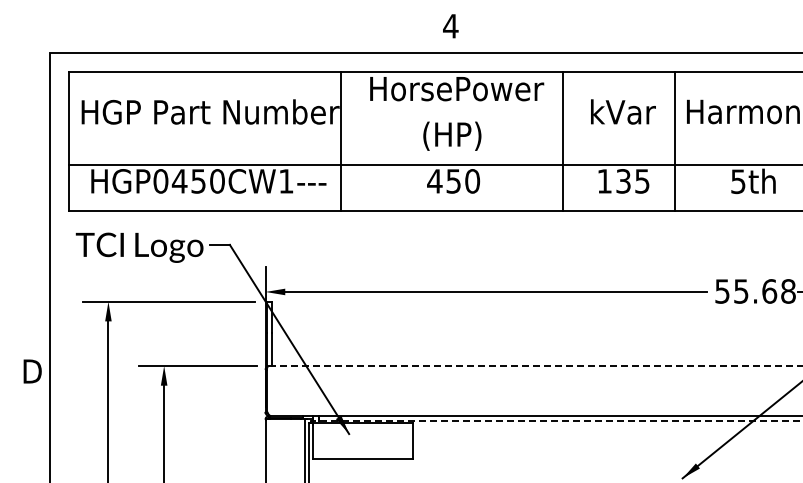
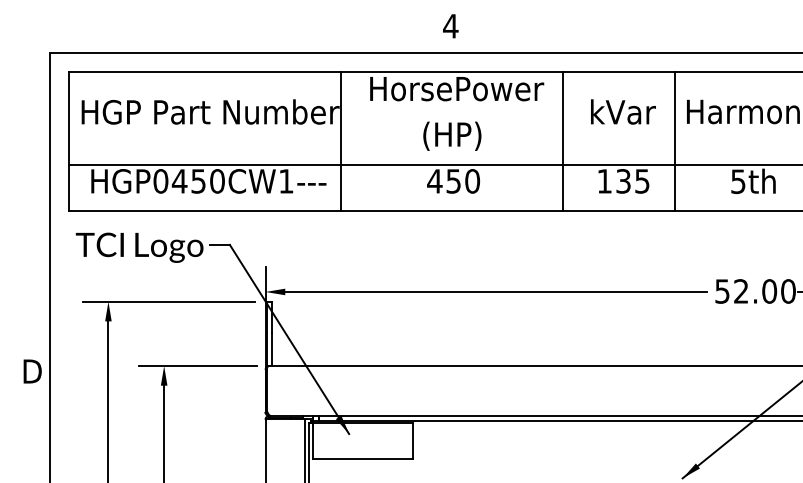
text at (764, 291): 55.68 -> 52.00
line at (535, 366): dashed -> solid
line at (556, 421): dashed -> solid
